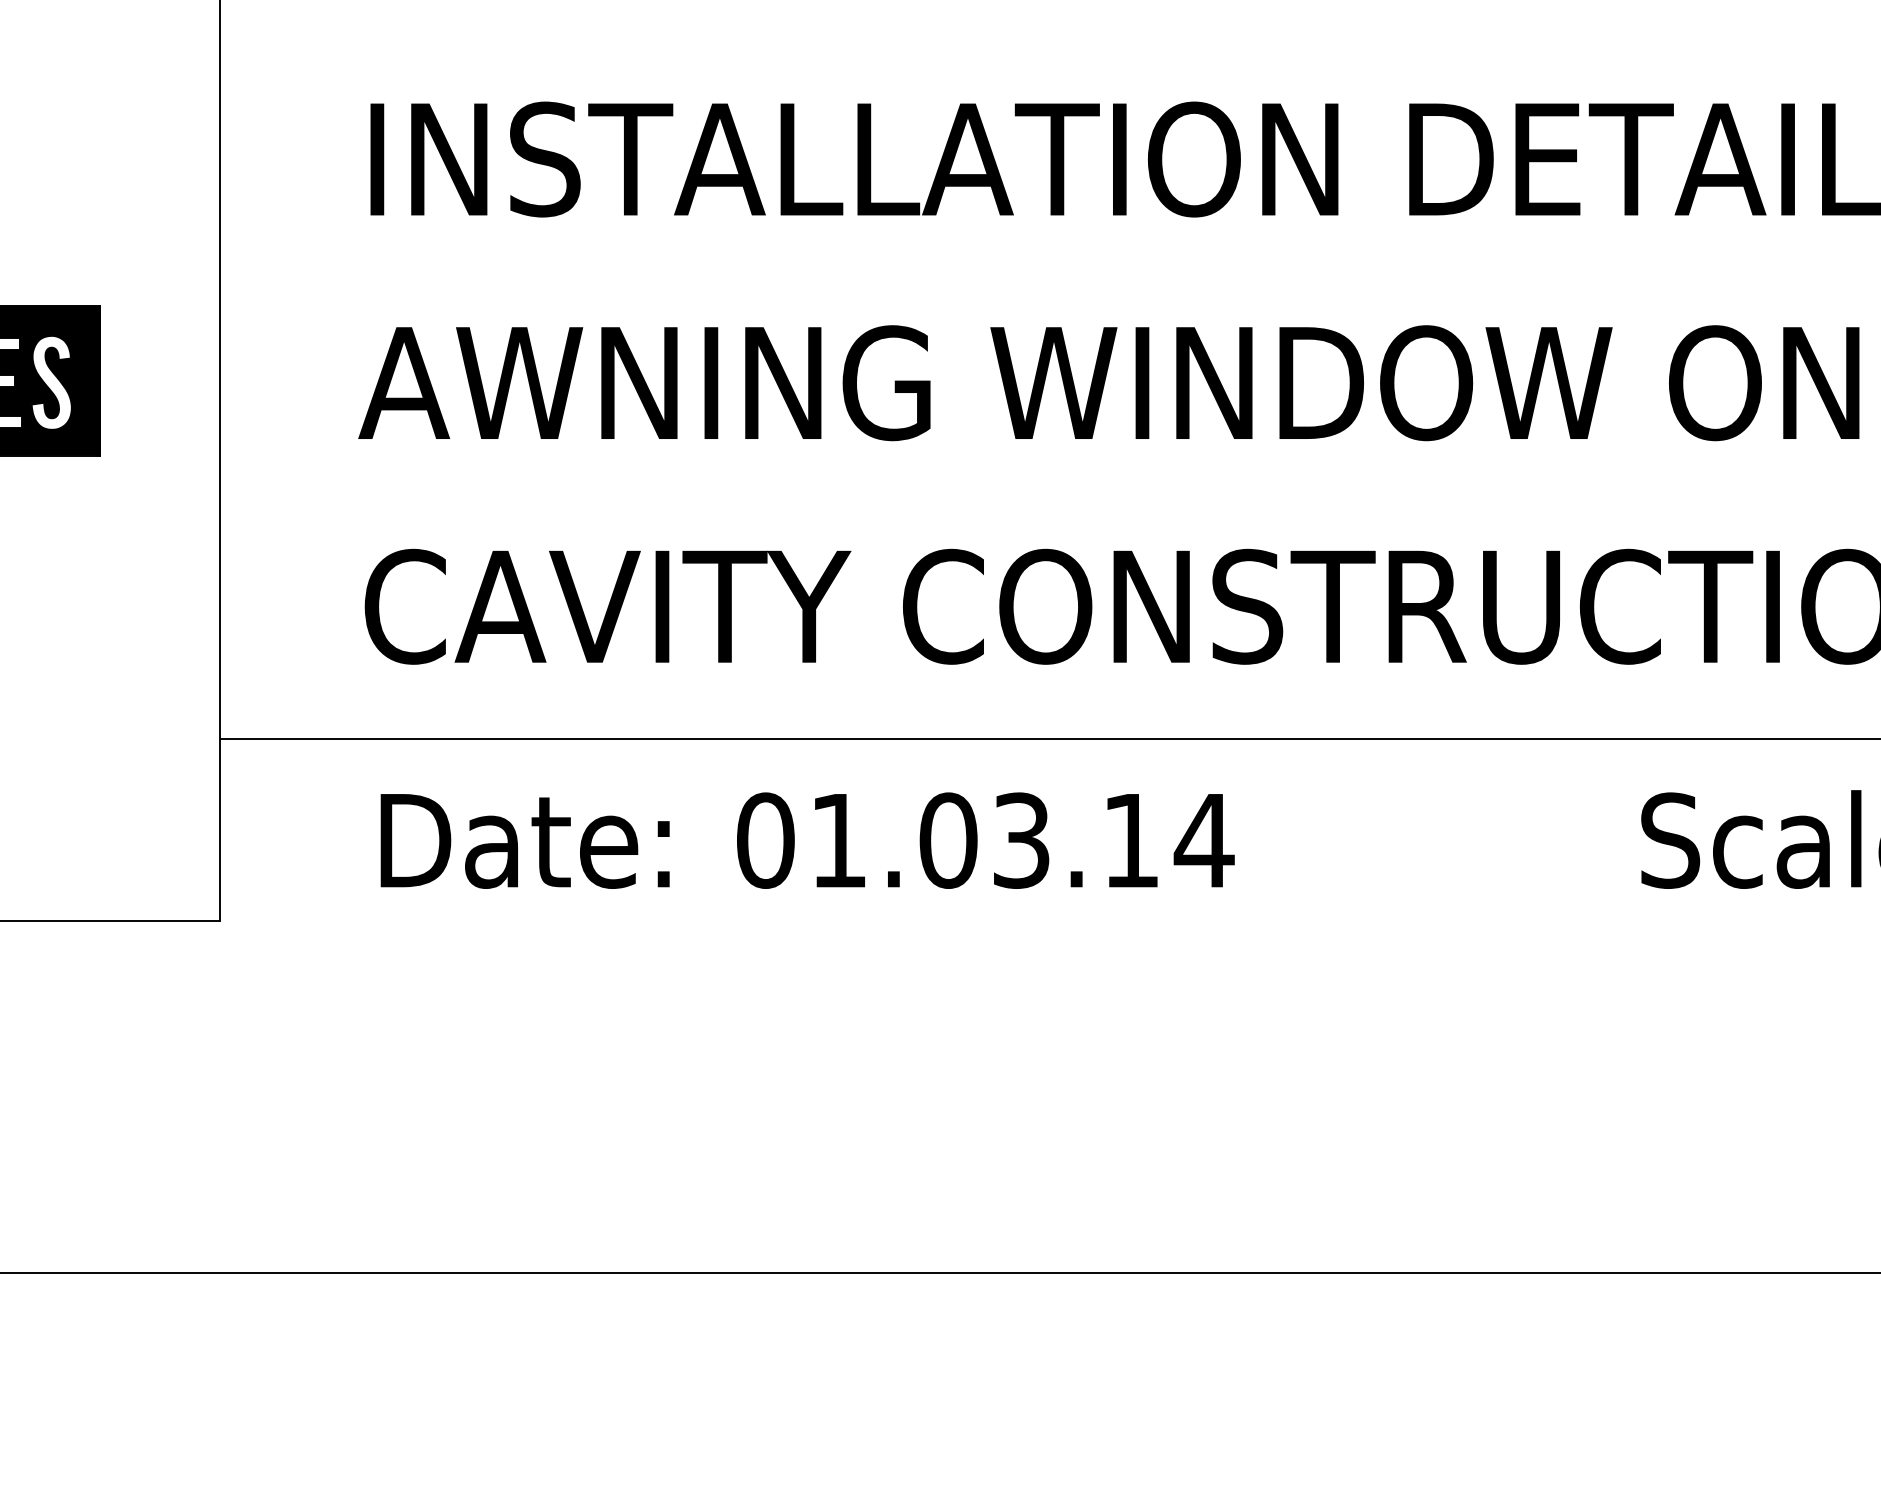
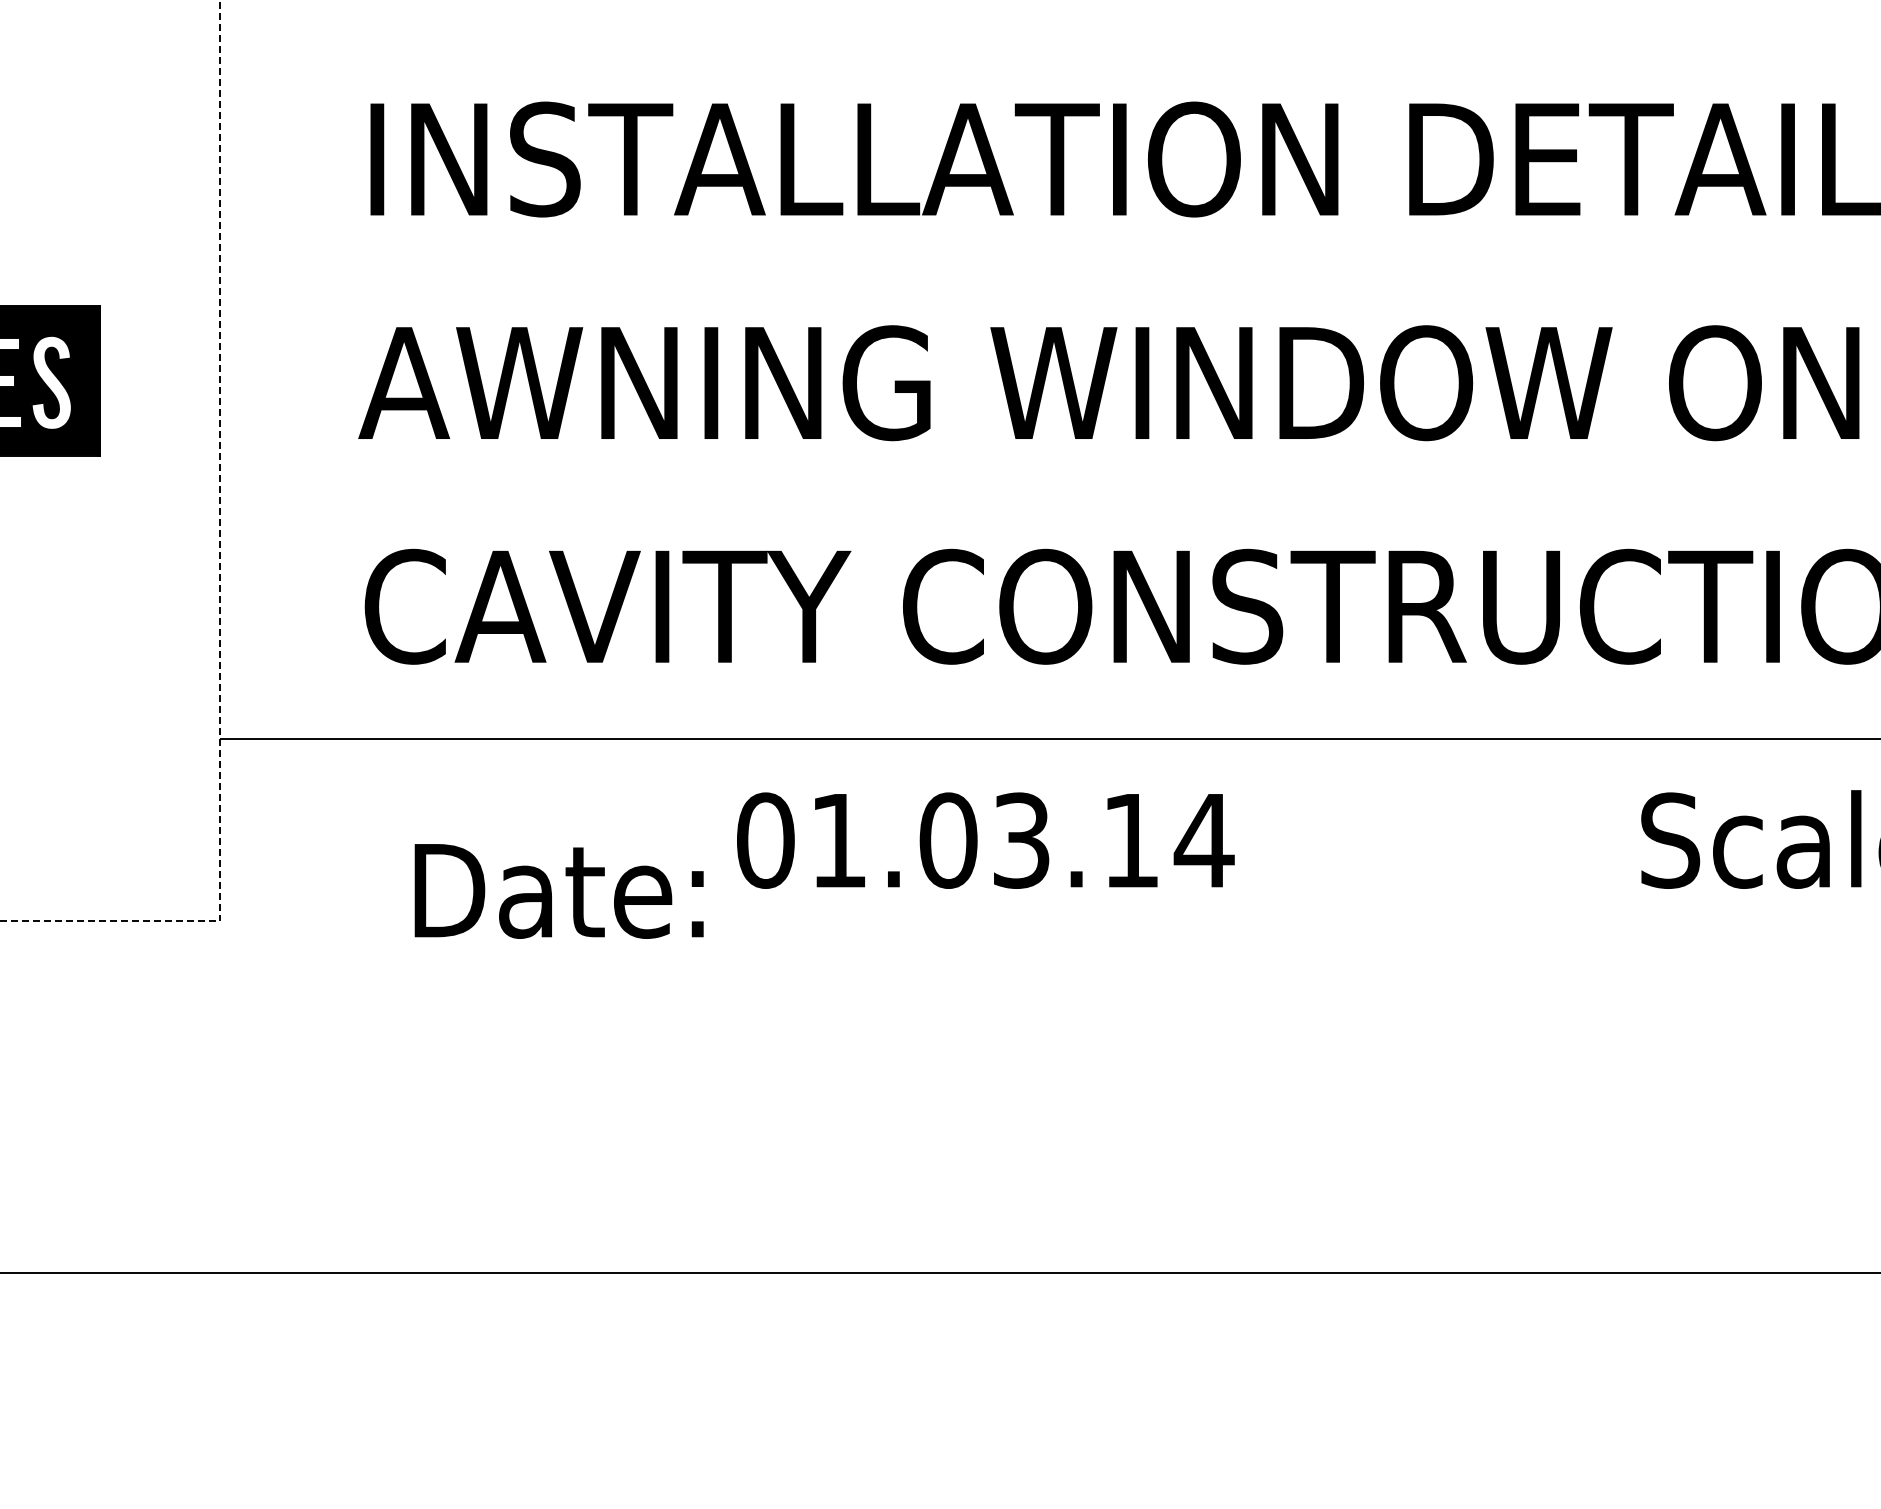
line at (220, 571): solid -> dashed
text at (524, 841) position: (524, 841) -> (558, 891)
